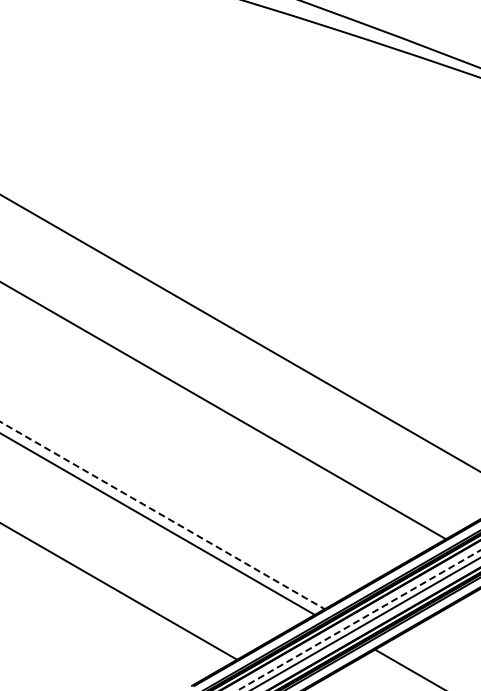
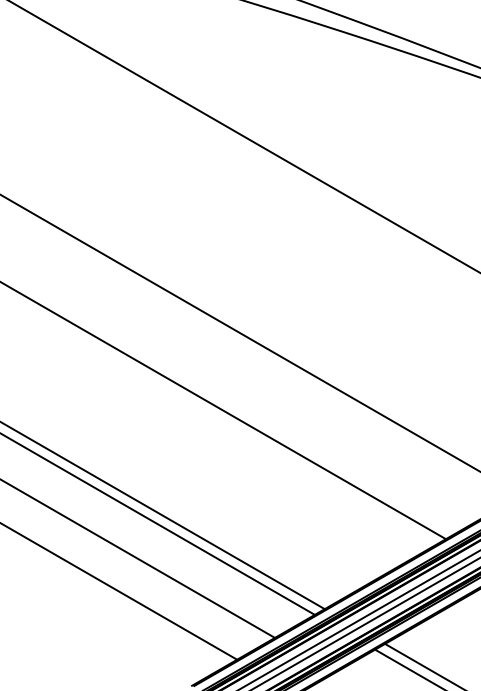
line at (244, 136): none -> present
line at (162, 515): dashed -> solid
line at (138, 558): none -> present
line at (359, 620): dashed -> solid
line at (422, 665): none -> present
